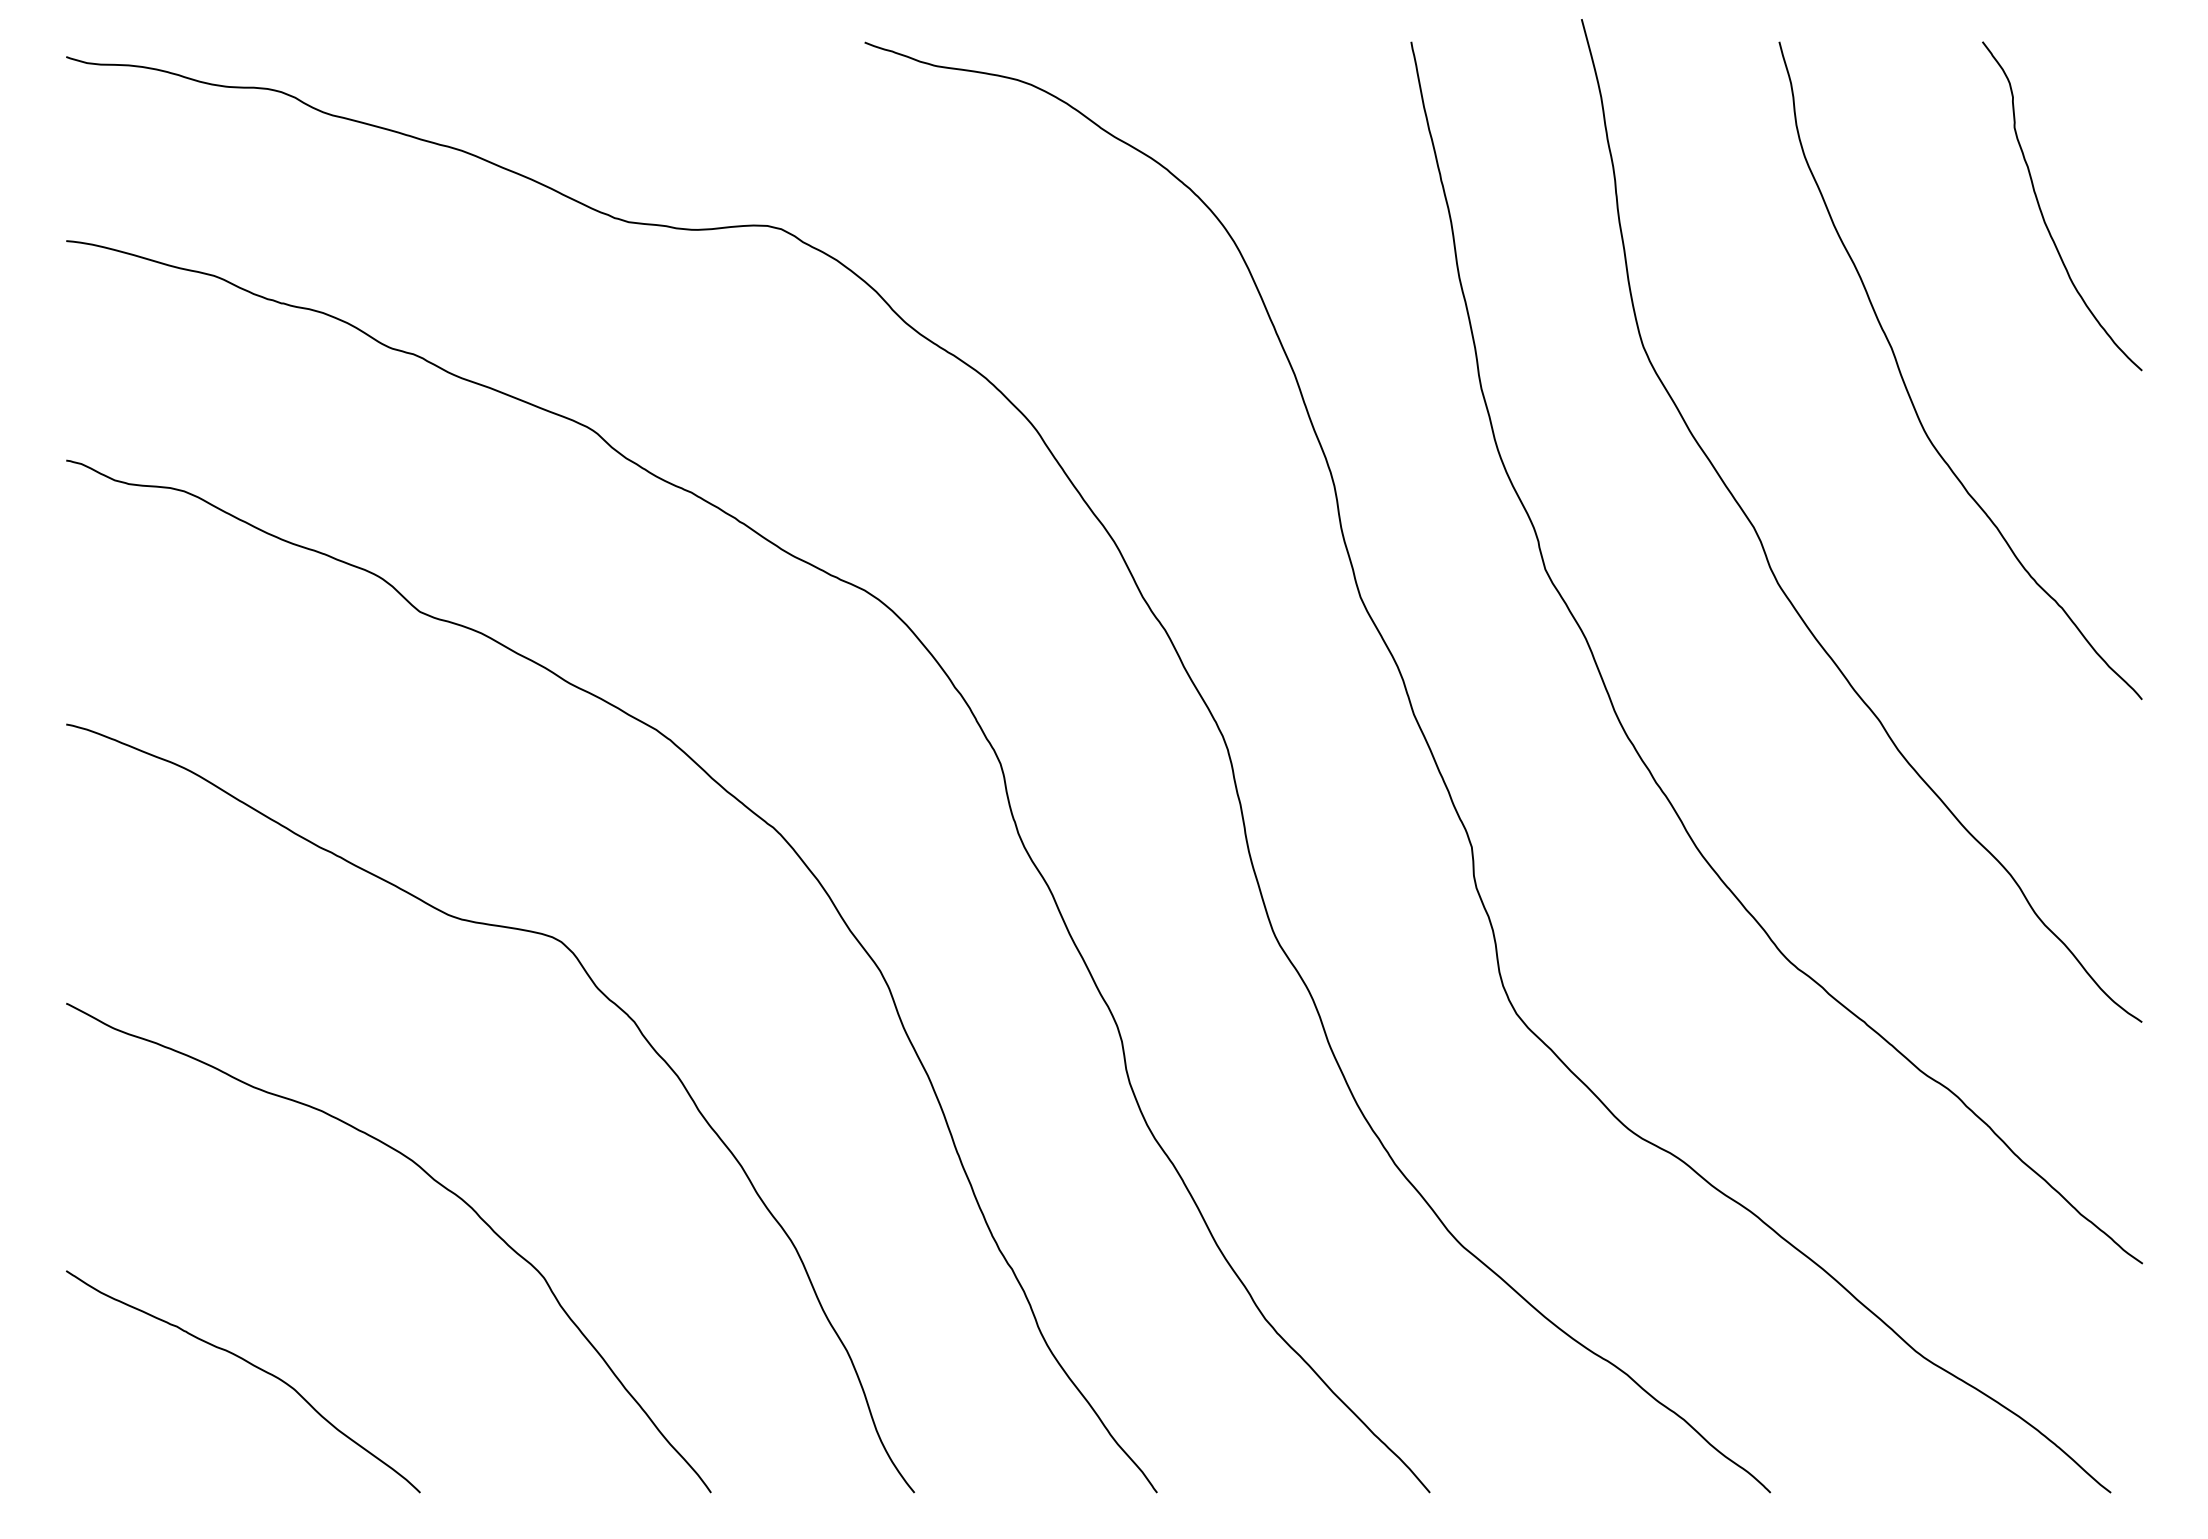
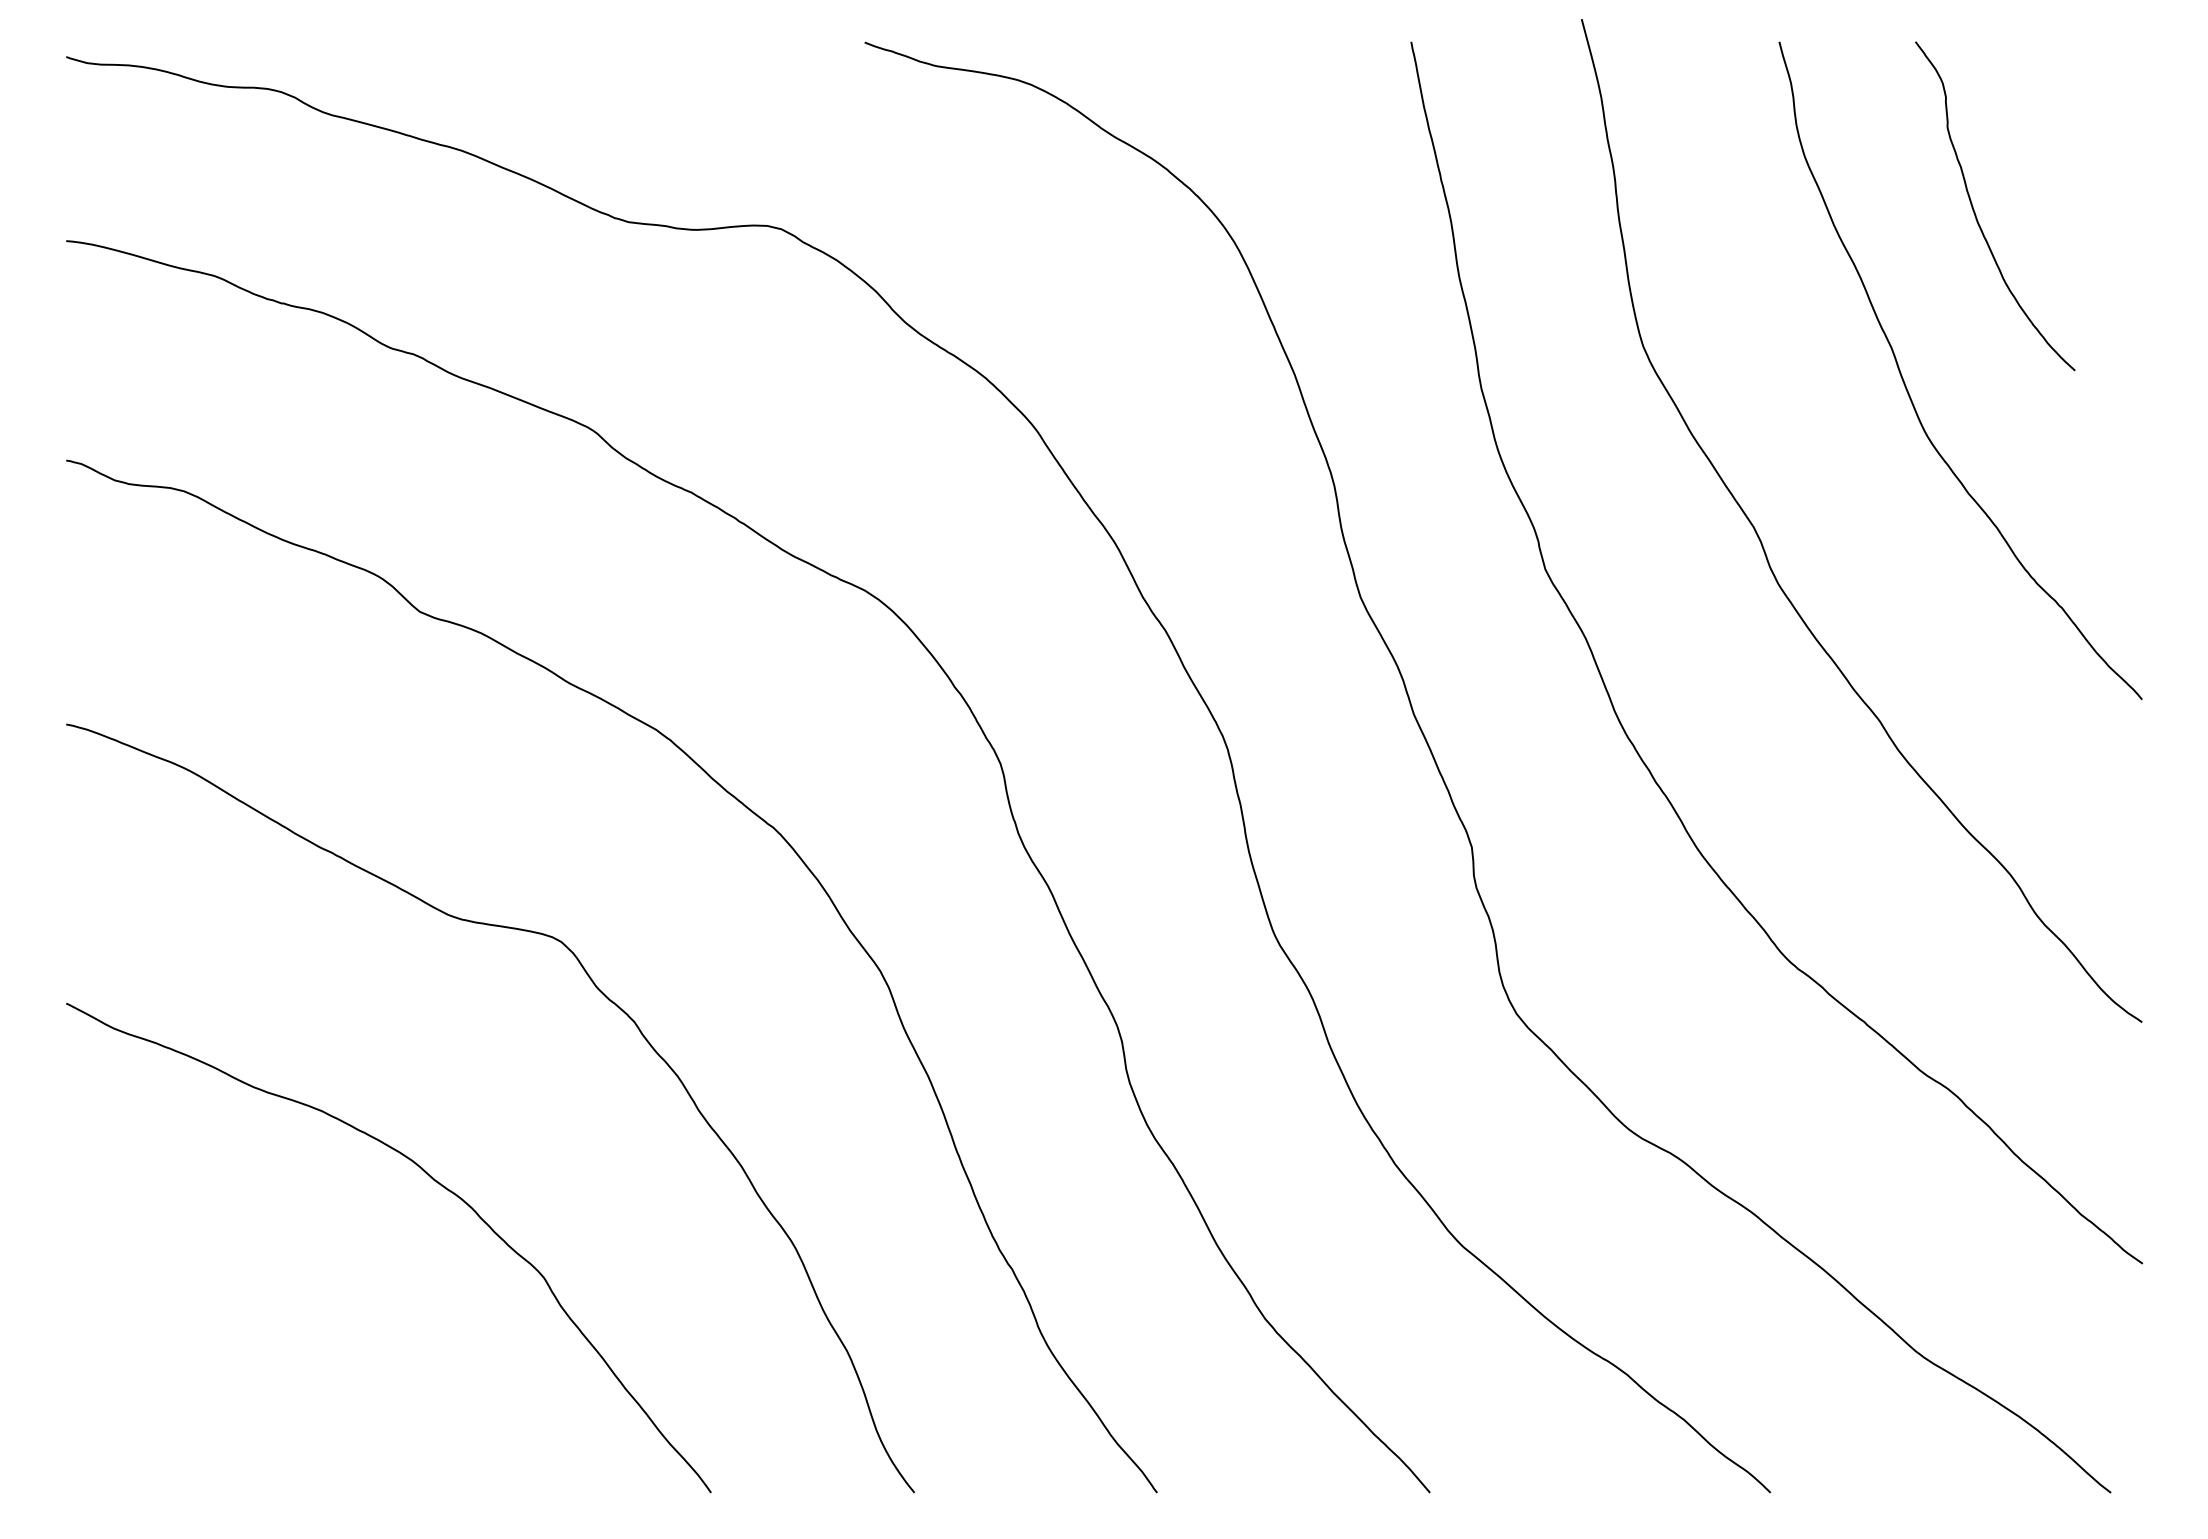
curve at (2042, 212) position: (2042, 212) -> (1975, 212)
curve at (251, 1365): present -> none
